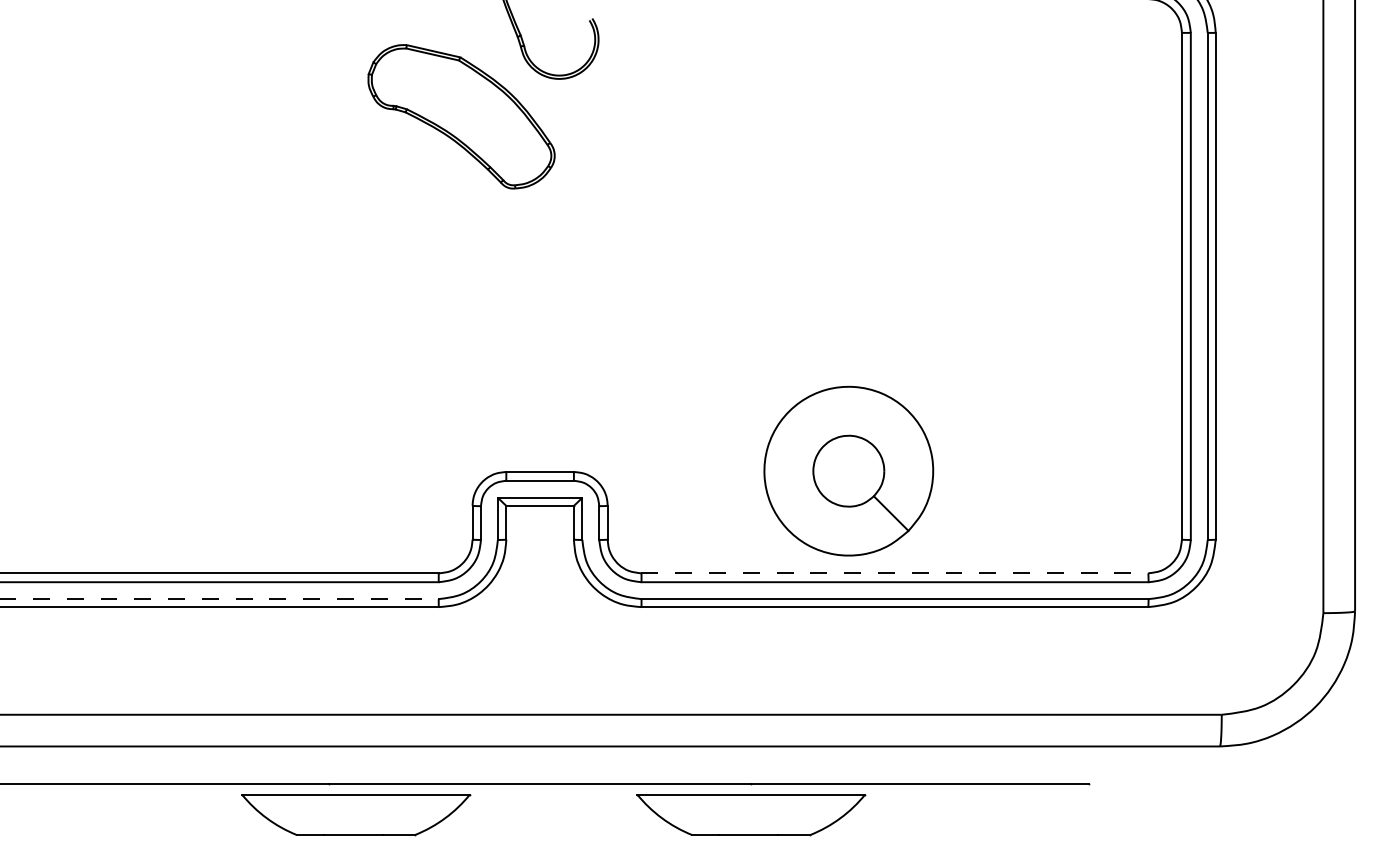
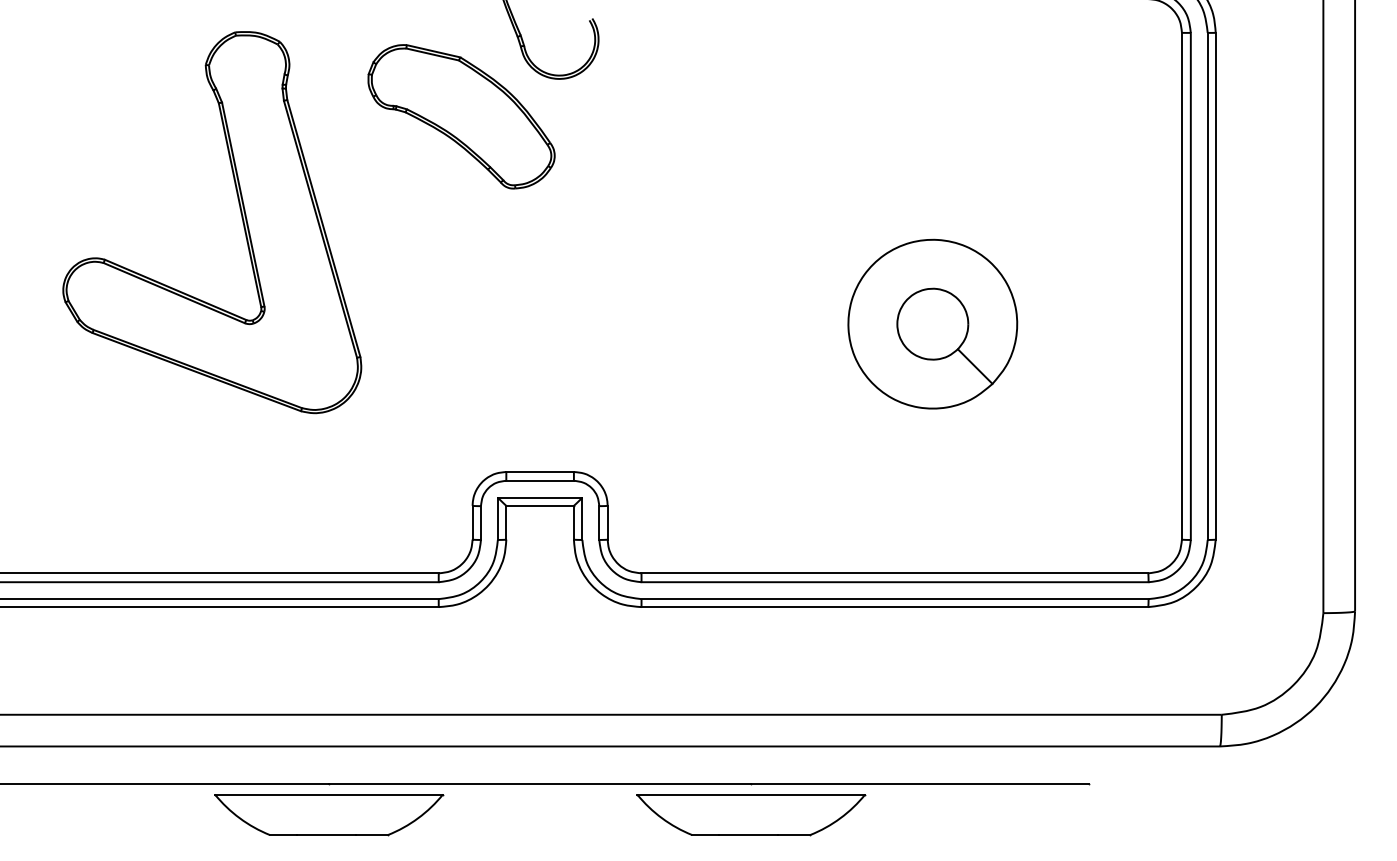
part at (241, 218): none -> present
part at (848, 470) position: (848, 470) -> (932, 323)
line at (895, 573): dashed -> solid
line at (220, 599): dashed -> solid
part at (356, 815) position: (356, 815) -> (329, 815)
